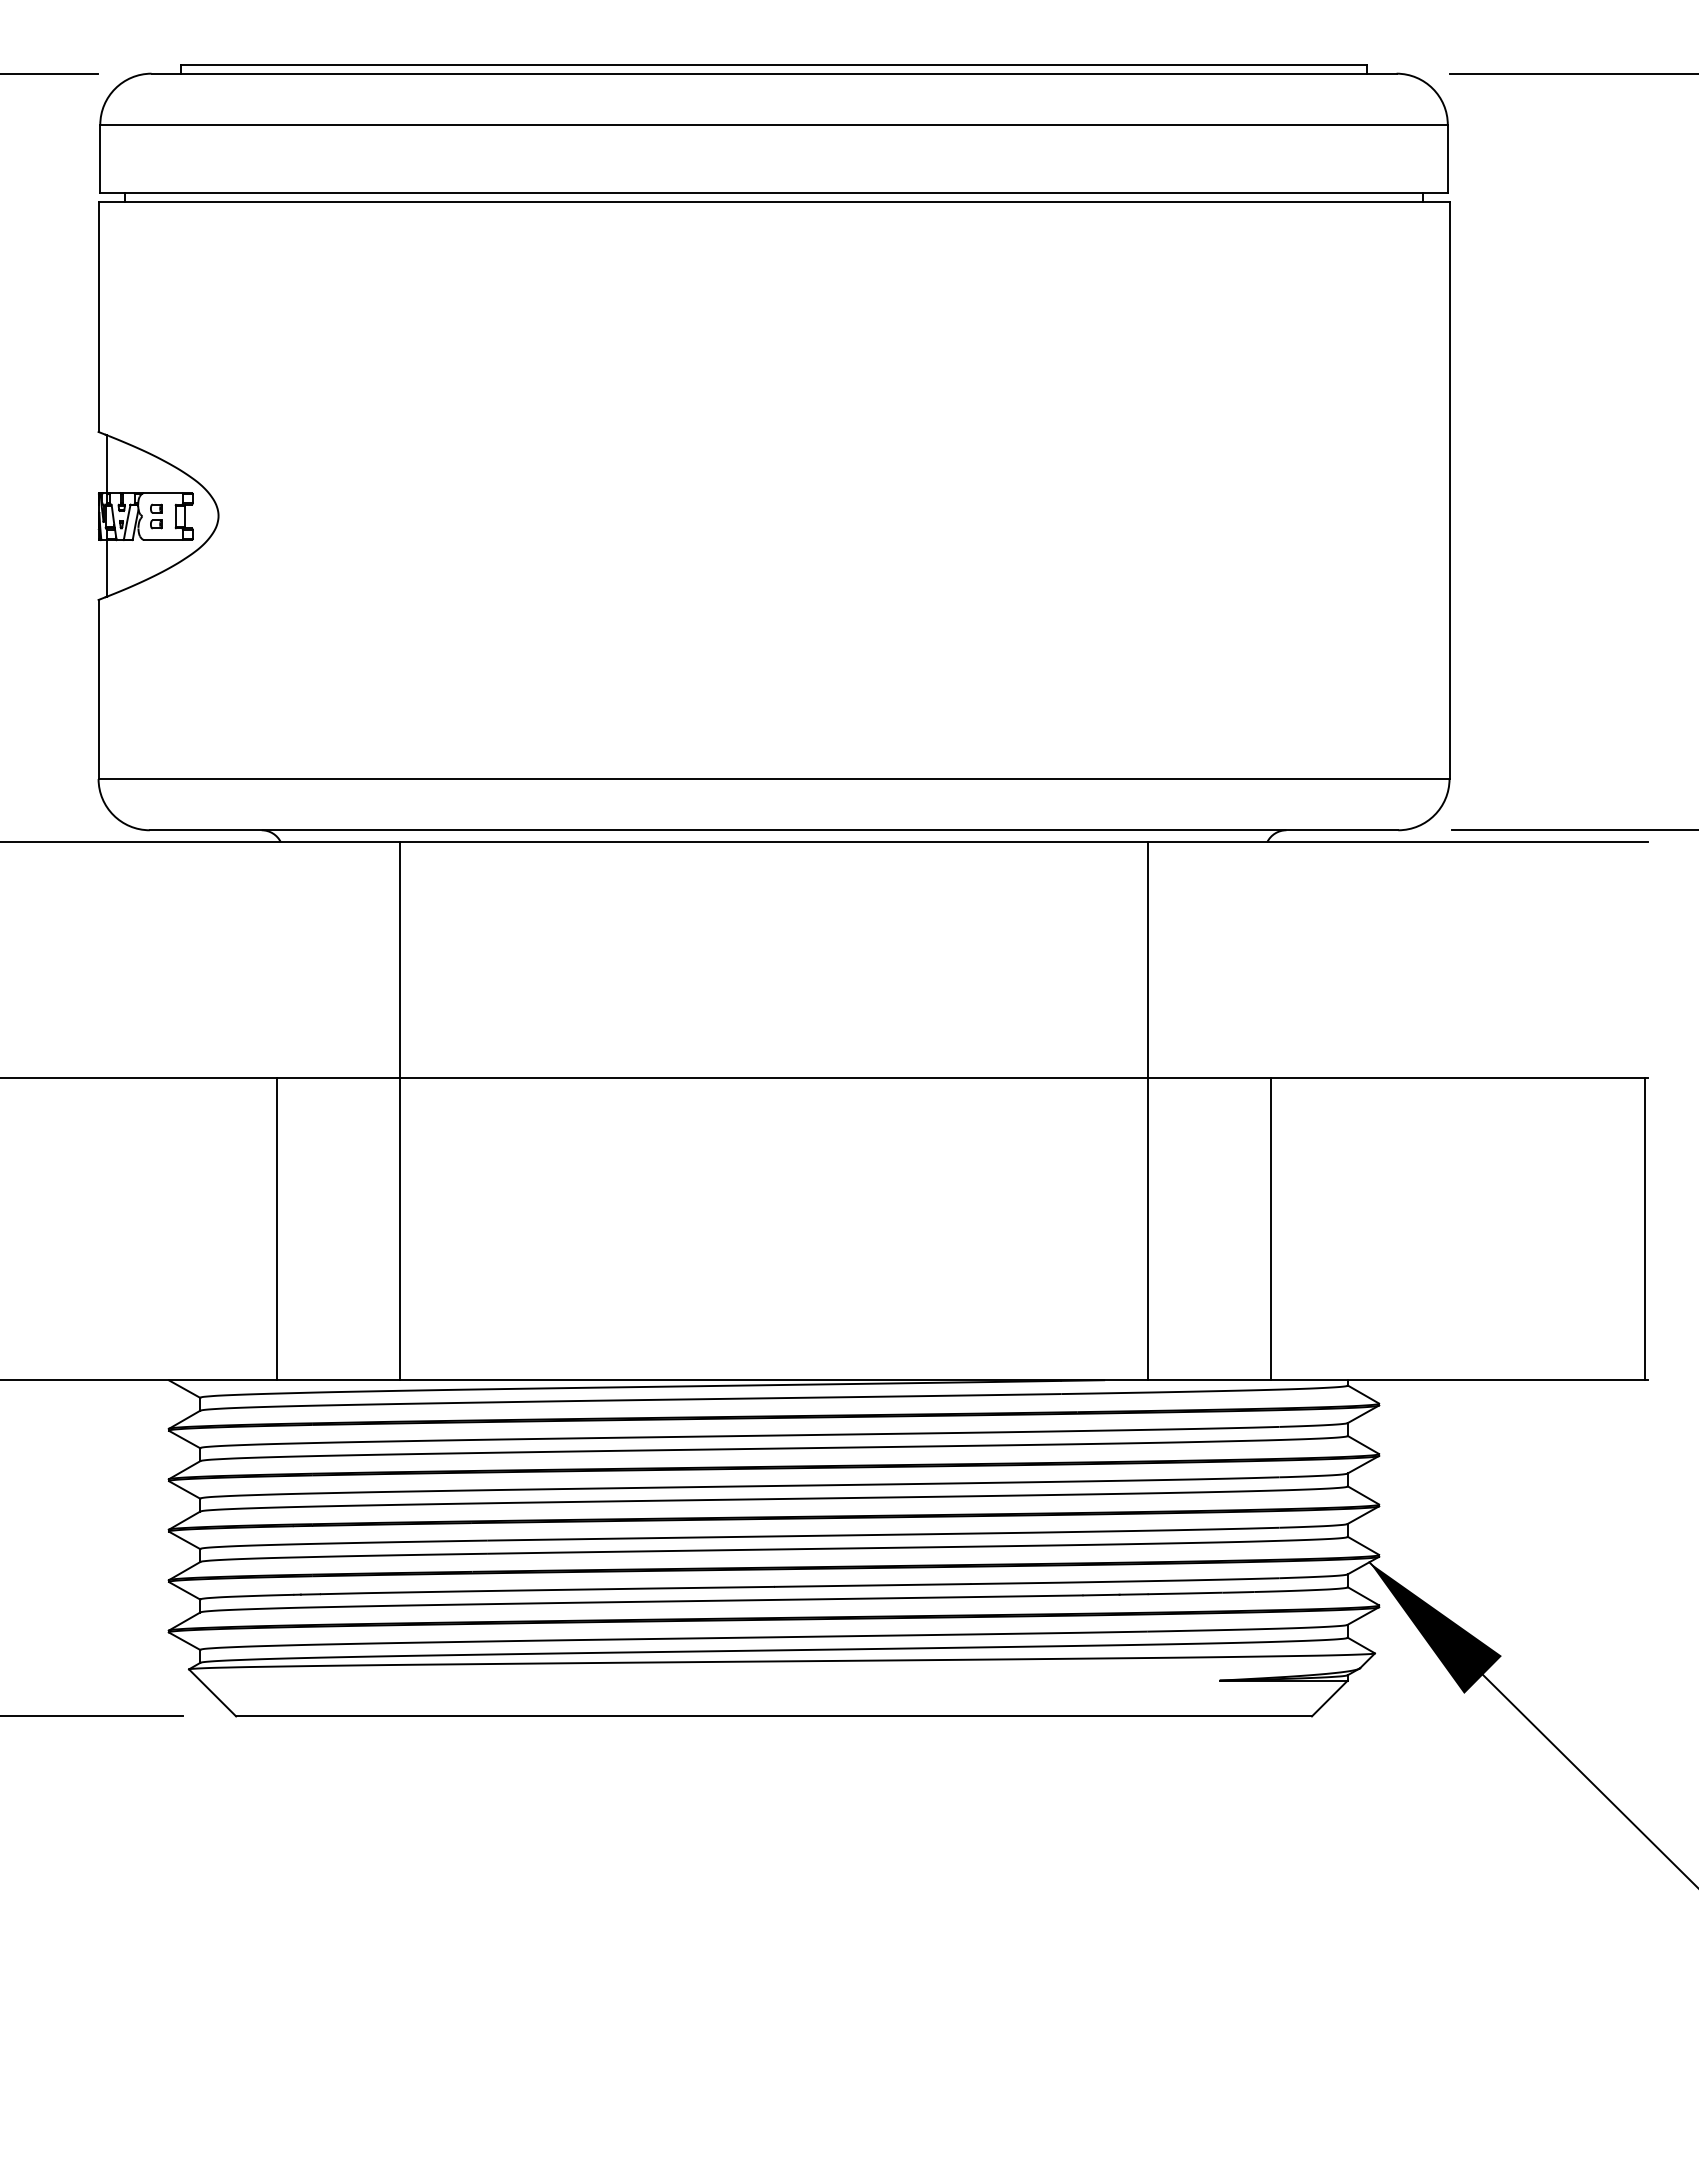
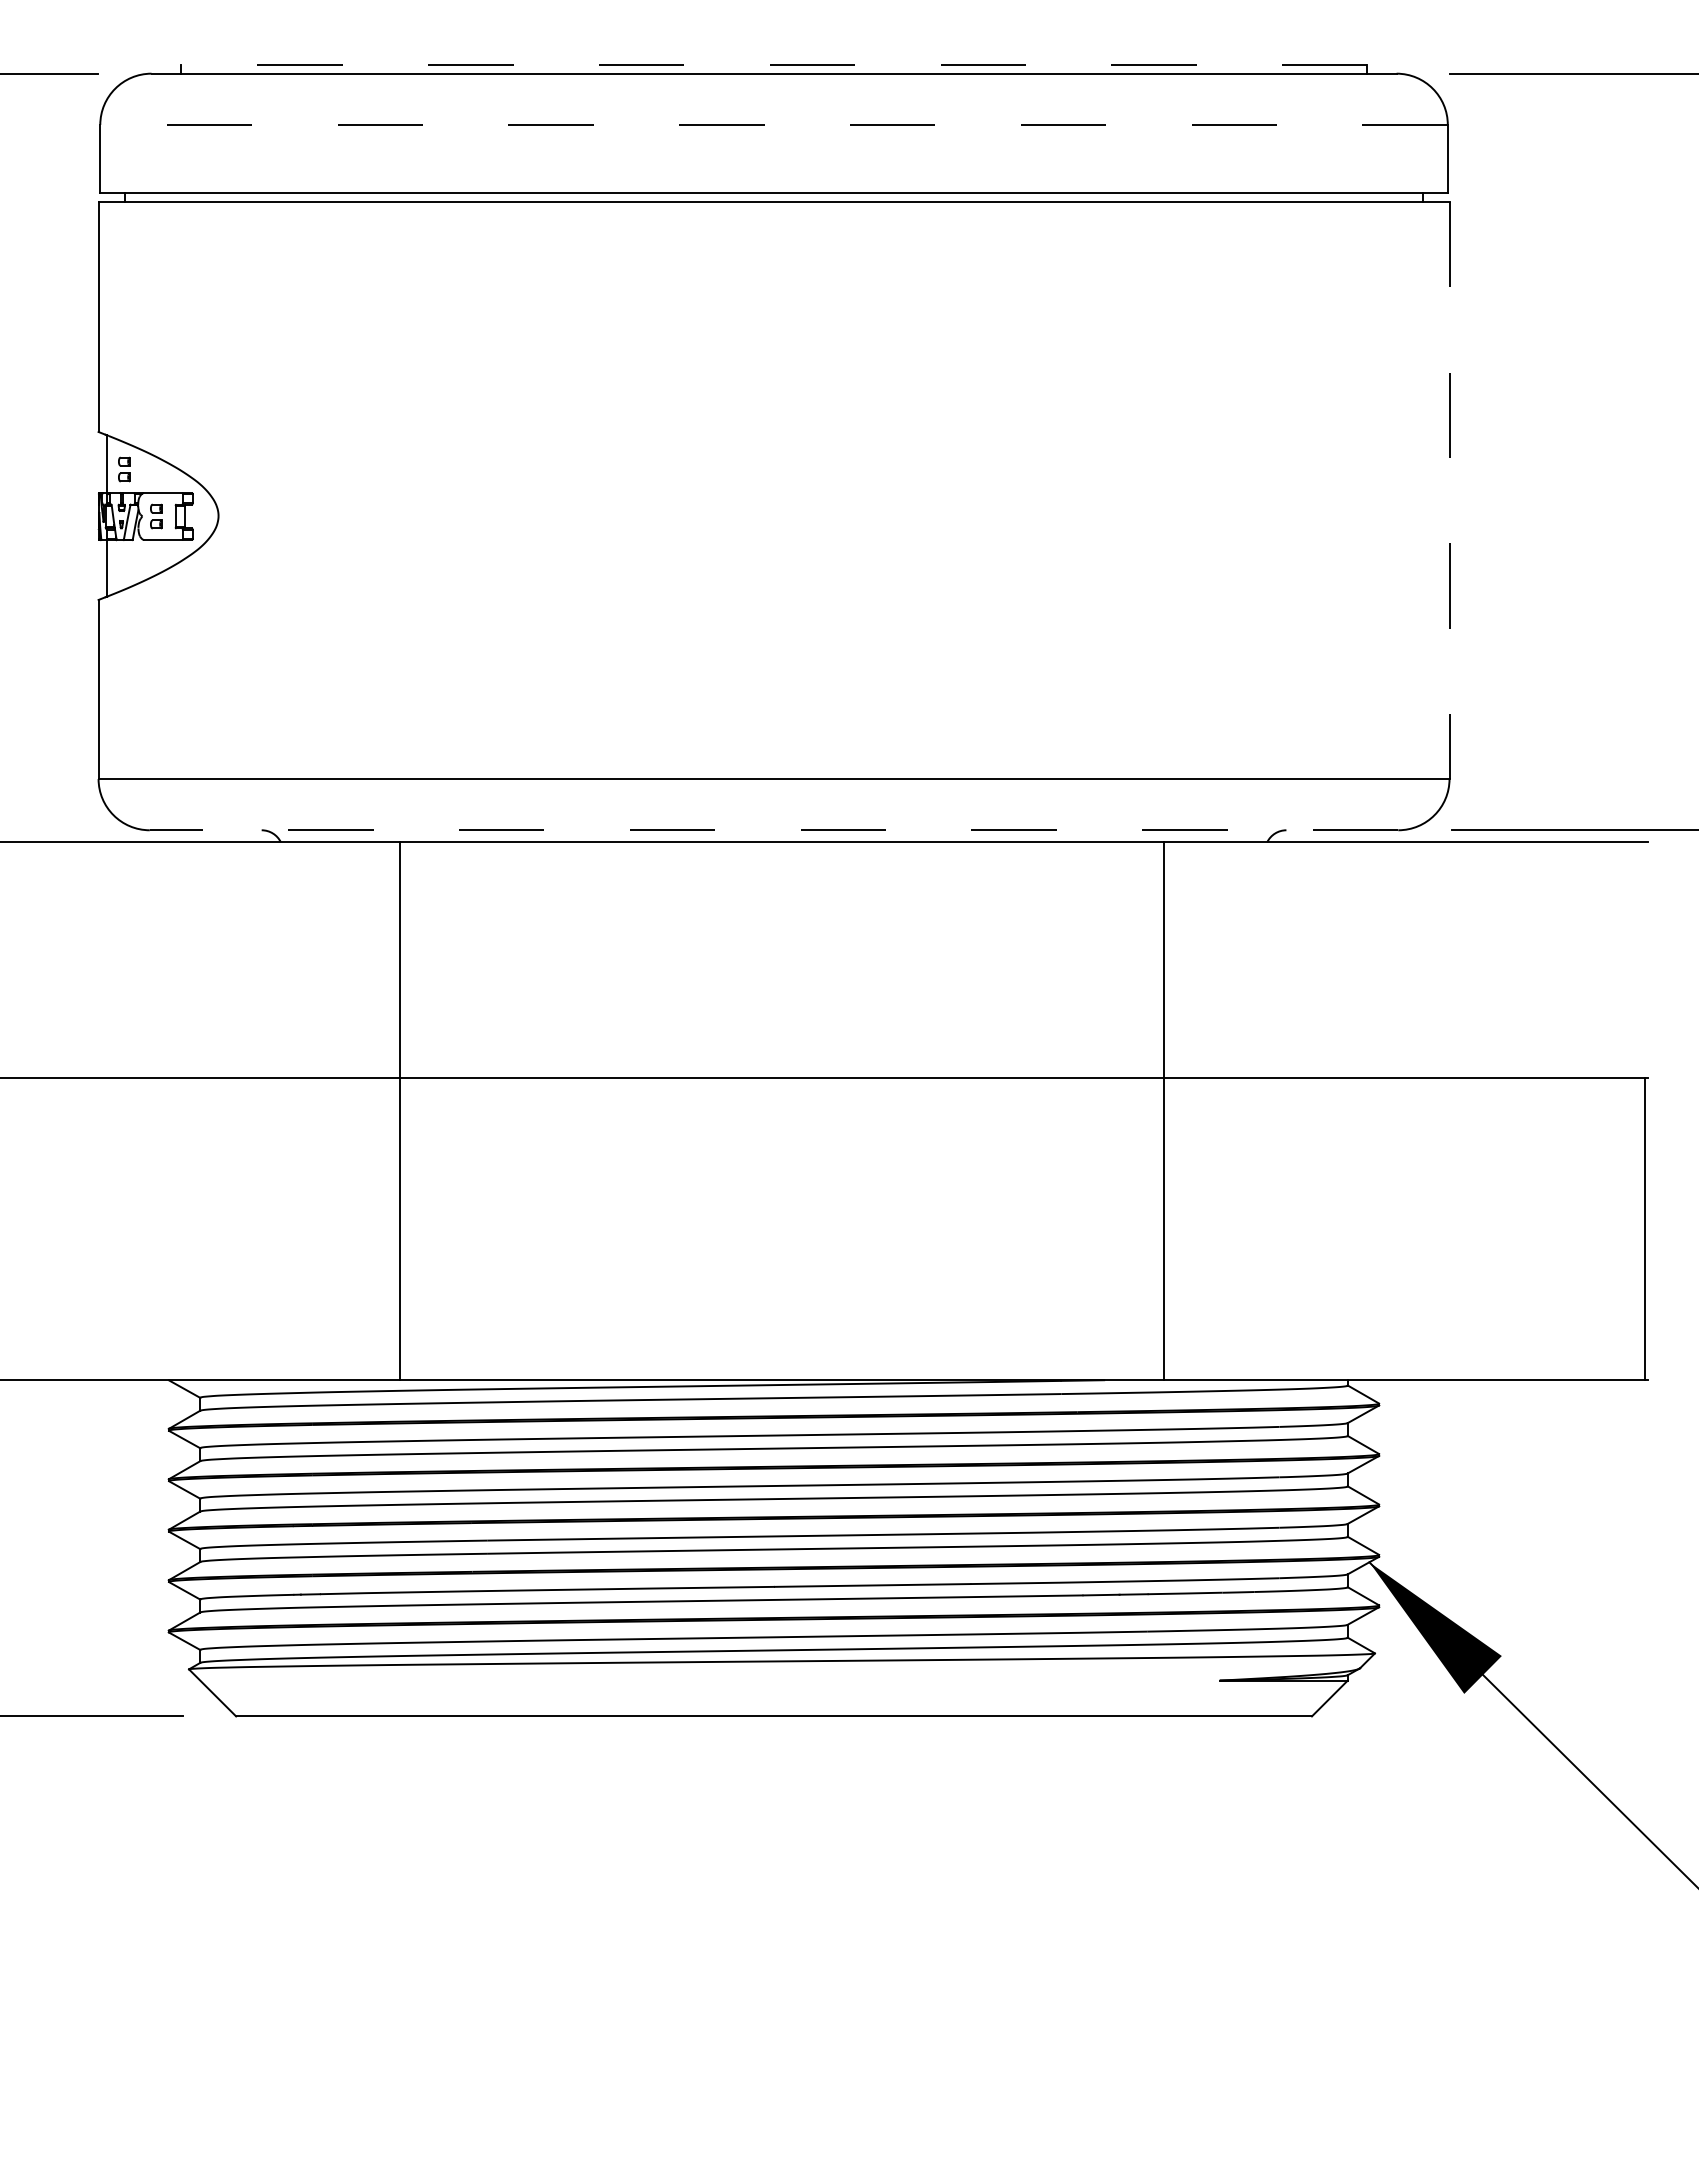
line at (773, 65): solid -> dashed
line at (774, 124): solid -> dashed
part at (124, 469): none -> present
line at (1449, 490): solid -> dashed
line at (773, 830): solid -> dashed
line at (1148, 1111) position: (1148, 1111) -> (1164, 1111)
line at (276, 1228): present -> none
line at (1271, 1228): present -> none
